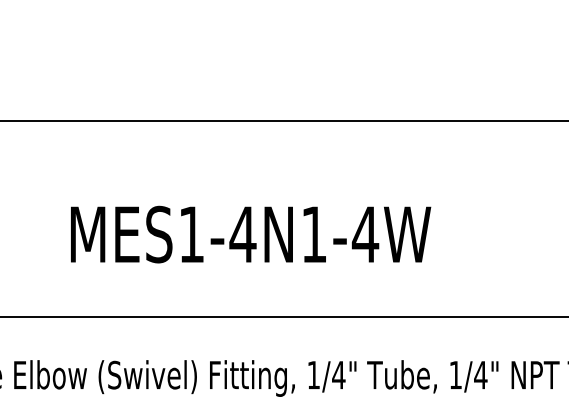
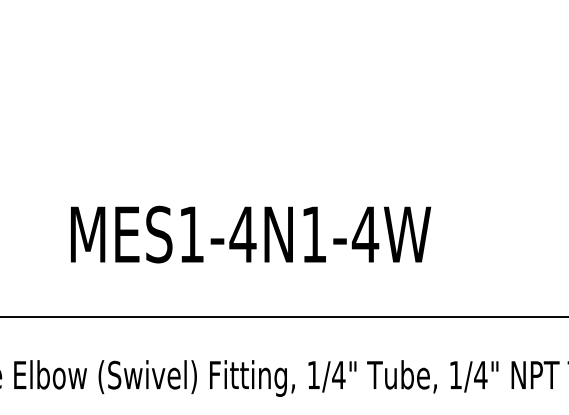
line at (283, 120): present -> none
